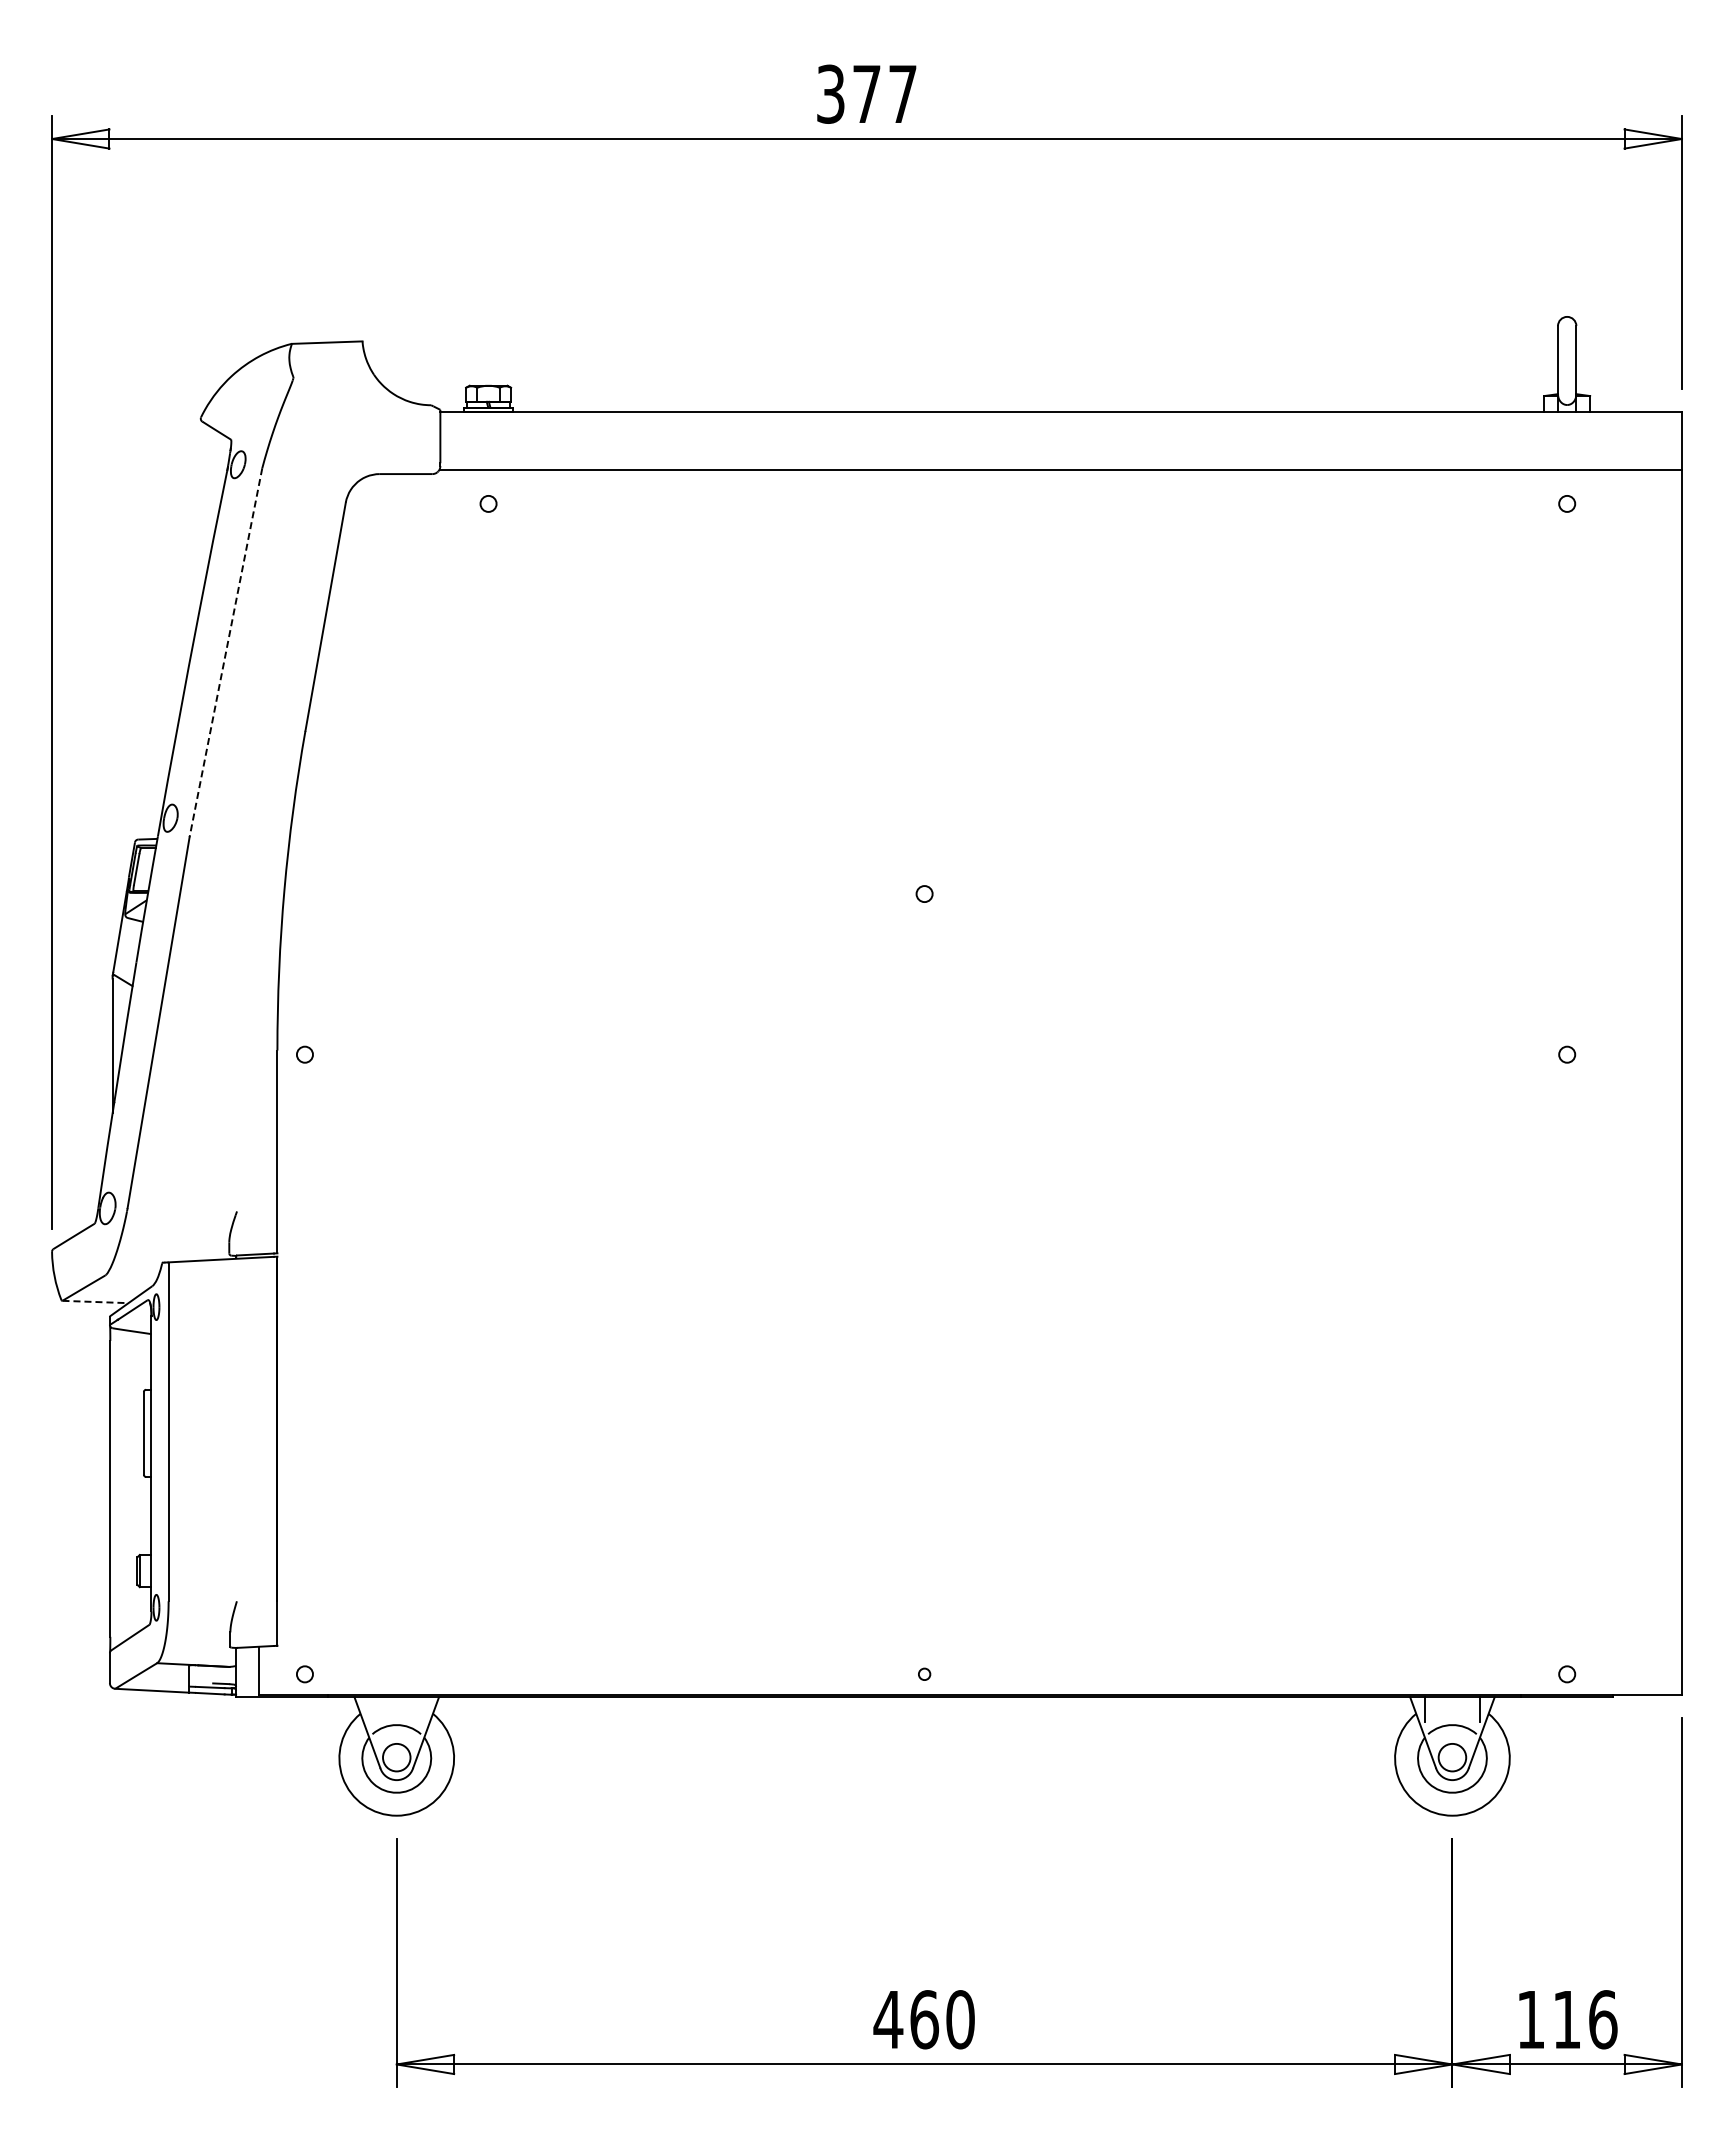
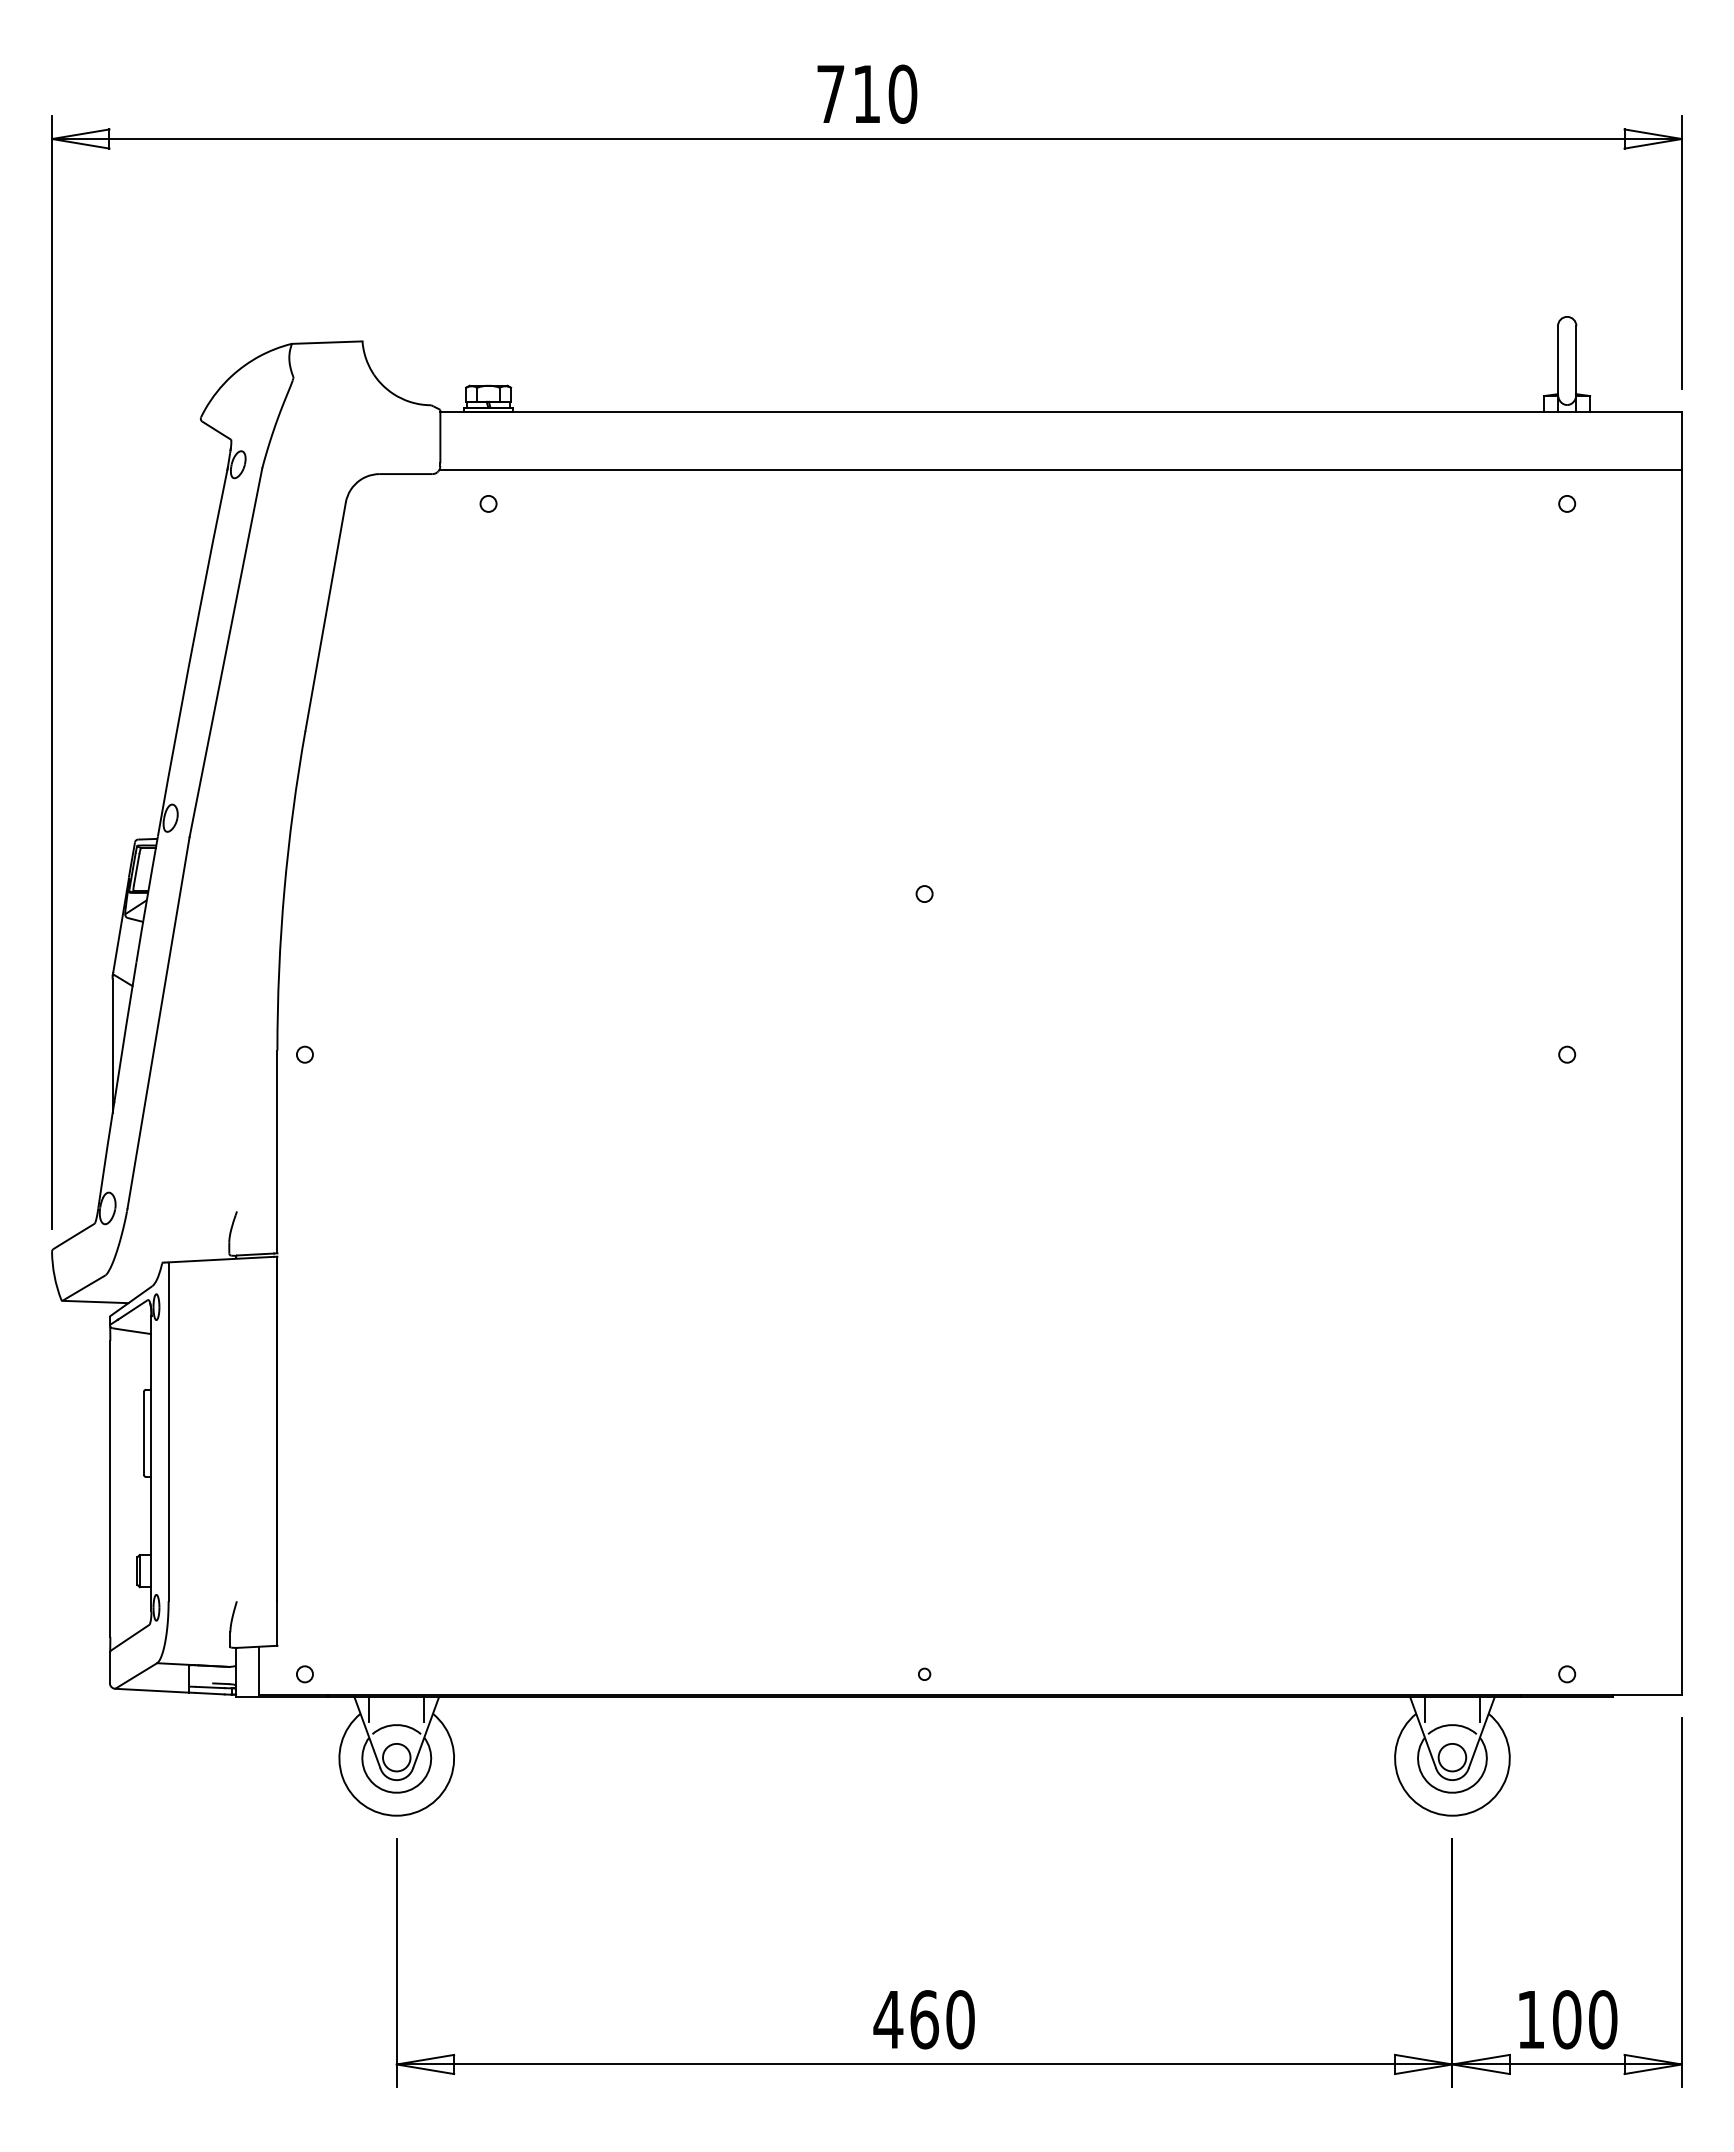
text at (867, 93): 377 -> 710
line at (225, 653): dashed -> solid
line at (95, 1302): dashed -> solid
line at (369, 1709): none -> present
line at (424, 1709): none -> present
text at (1585, 2019): 116 -> 100
